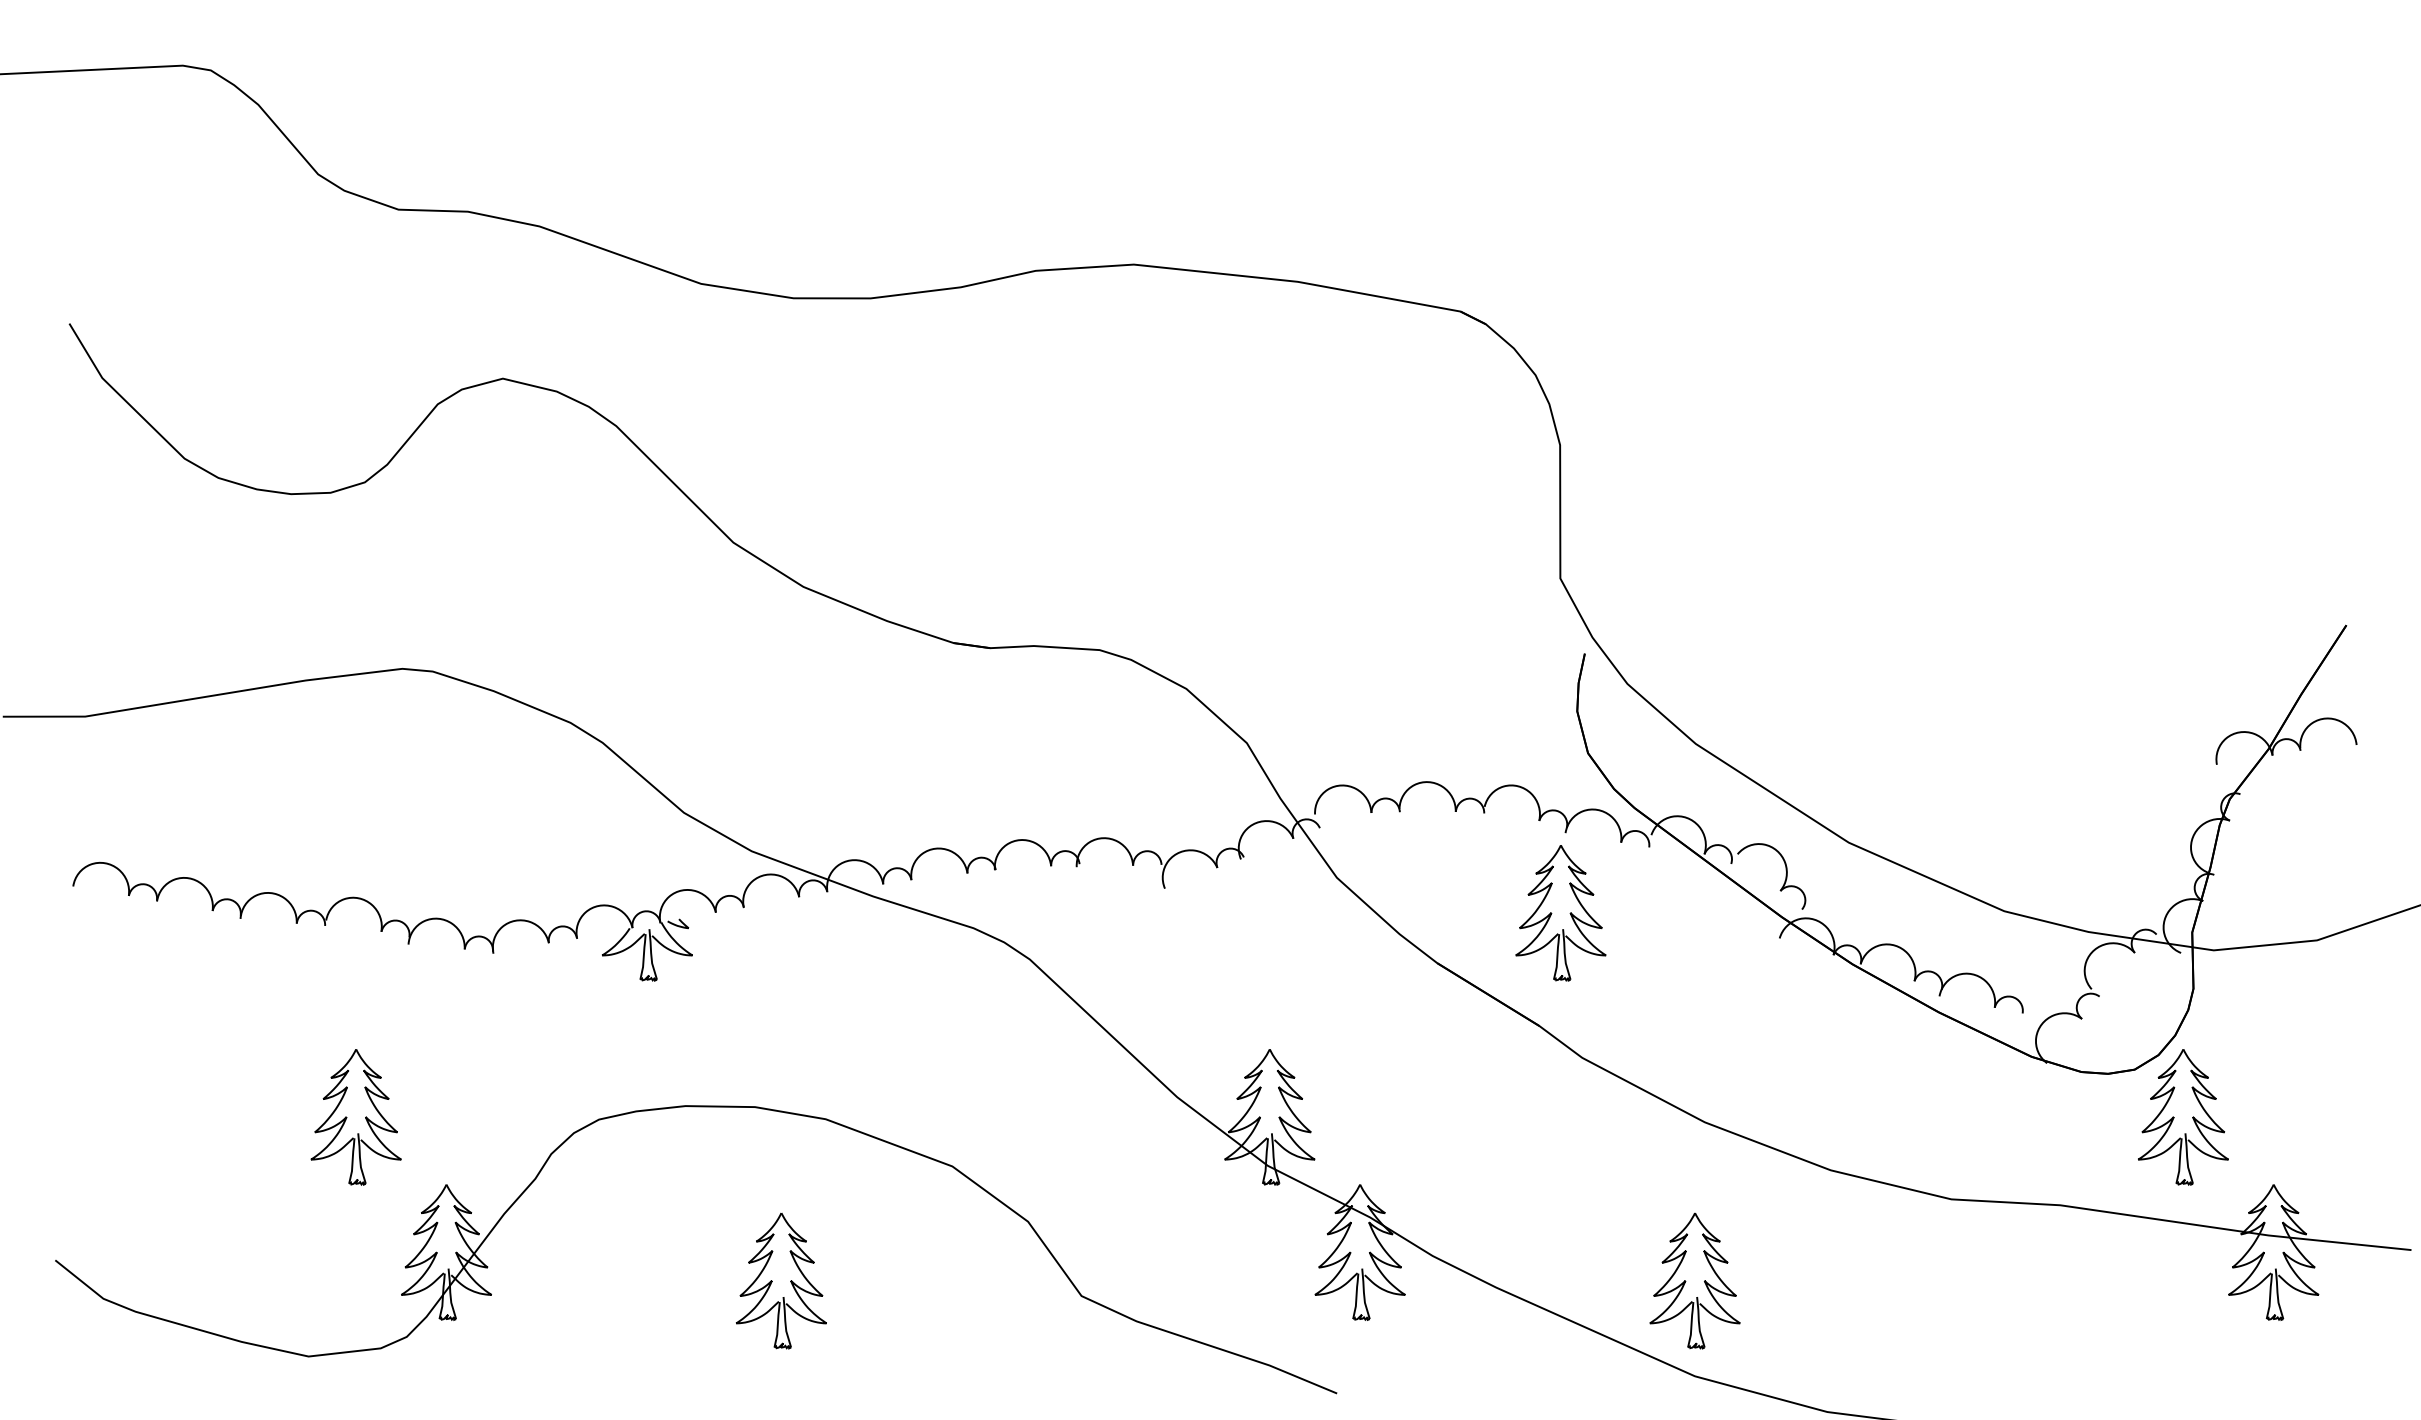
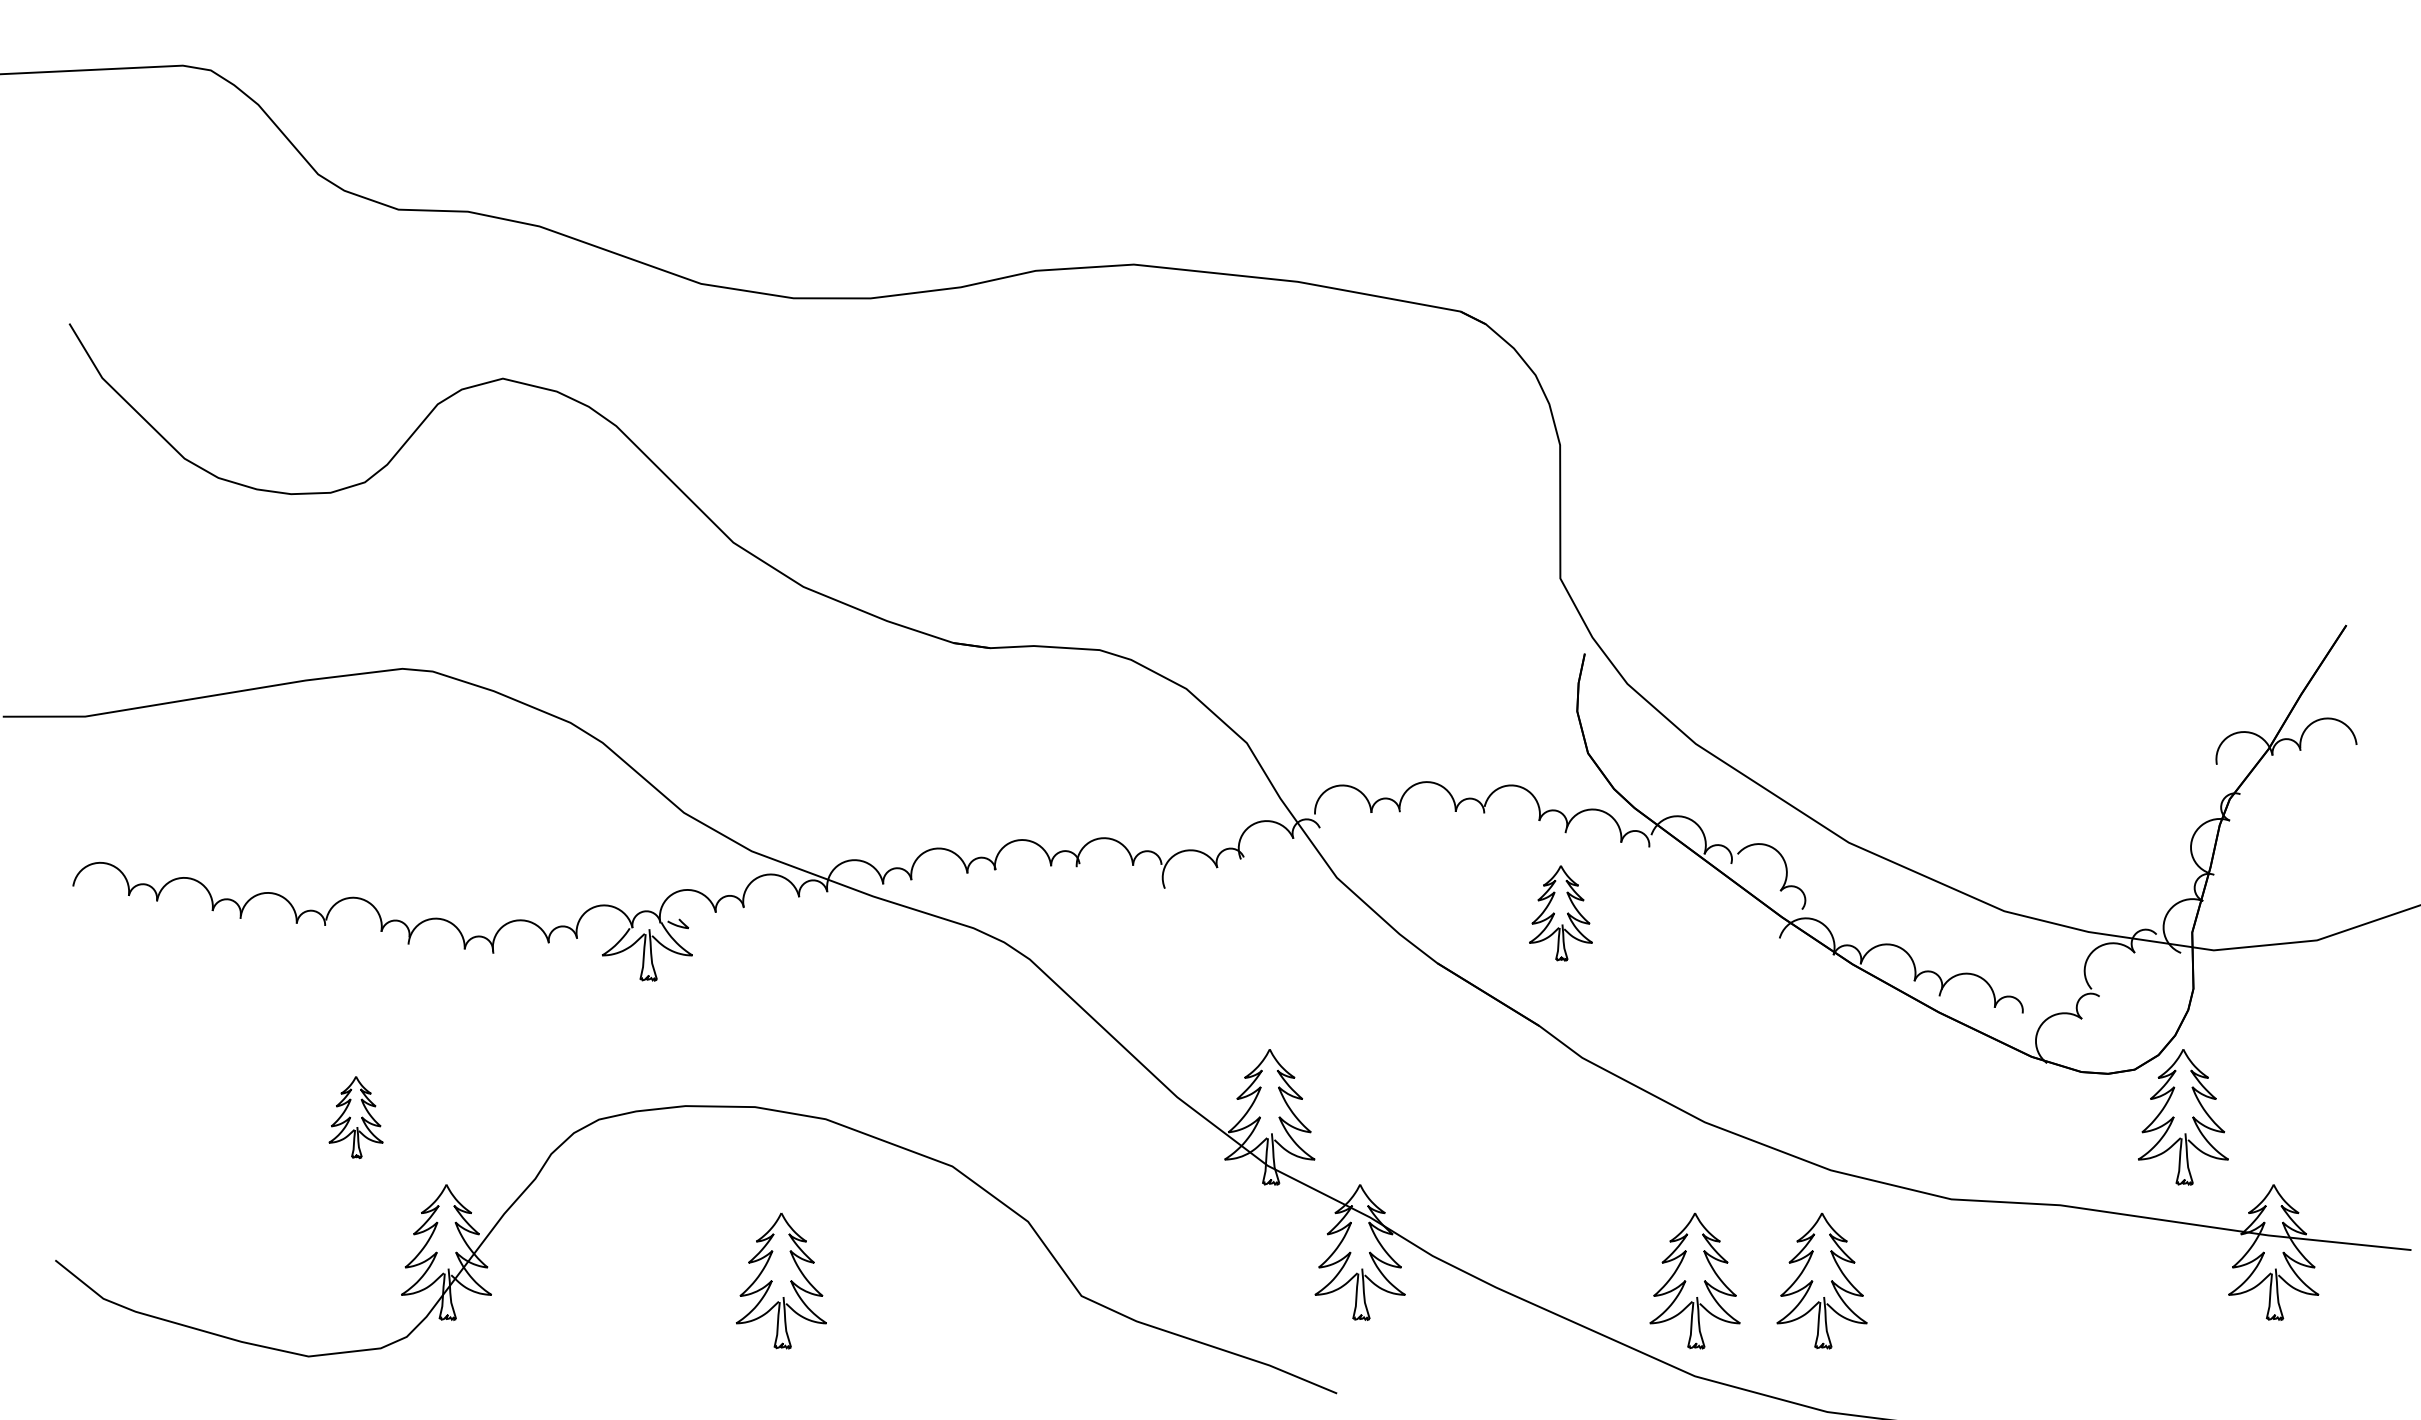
part at (1560, 913) size: 92x137 px -> 64x97 px
part at (355, 1117) size: 92x137 px -> 56x83 px
part at (1821, 1280): none -> present
